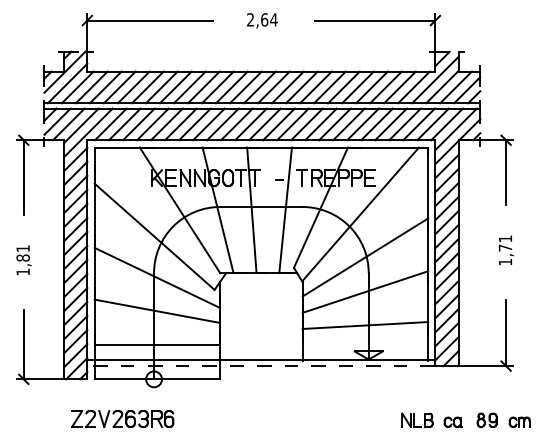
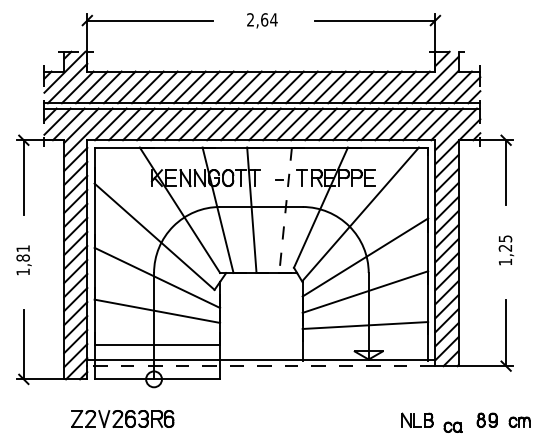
line at (285, 210): solid -> dashed
text at (505, 243): 1,71 -> 1,25
part at (452, 421) position: (452, 421) -> (452, 426)
